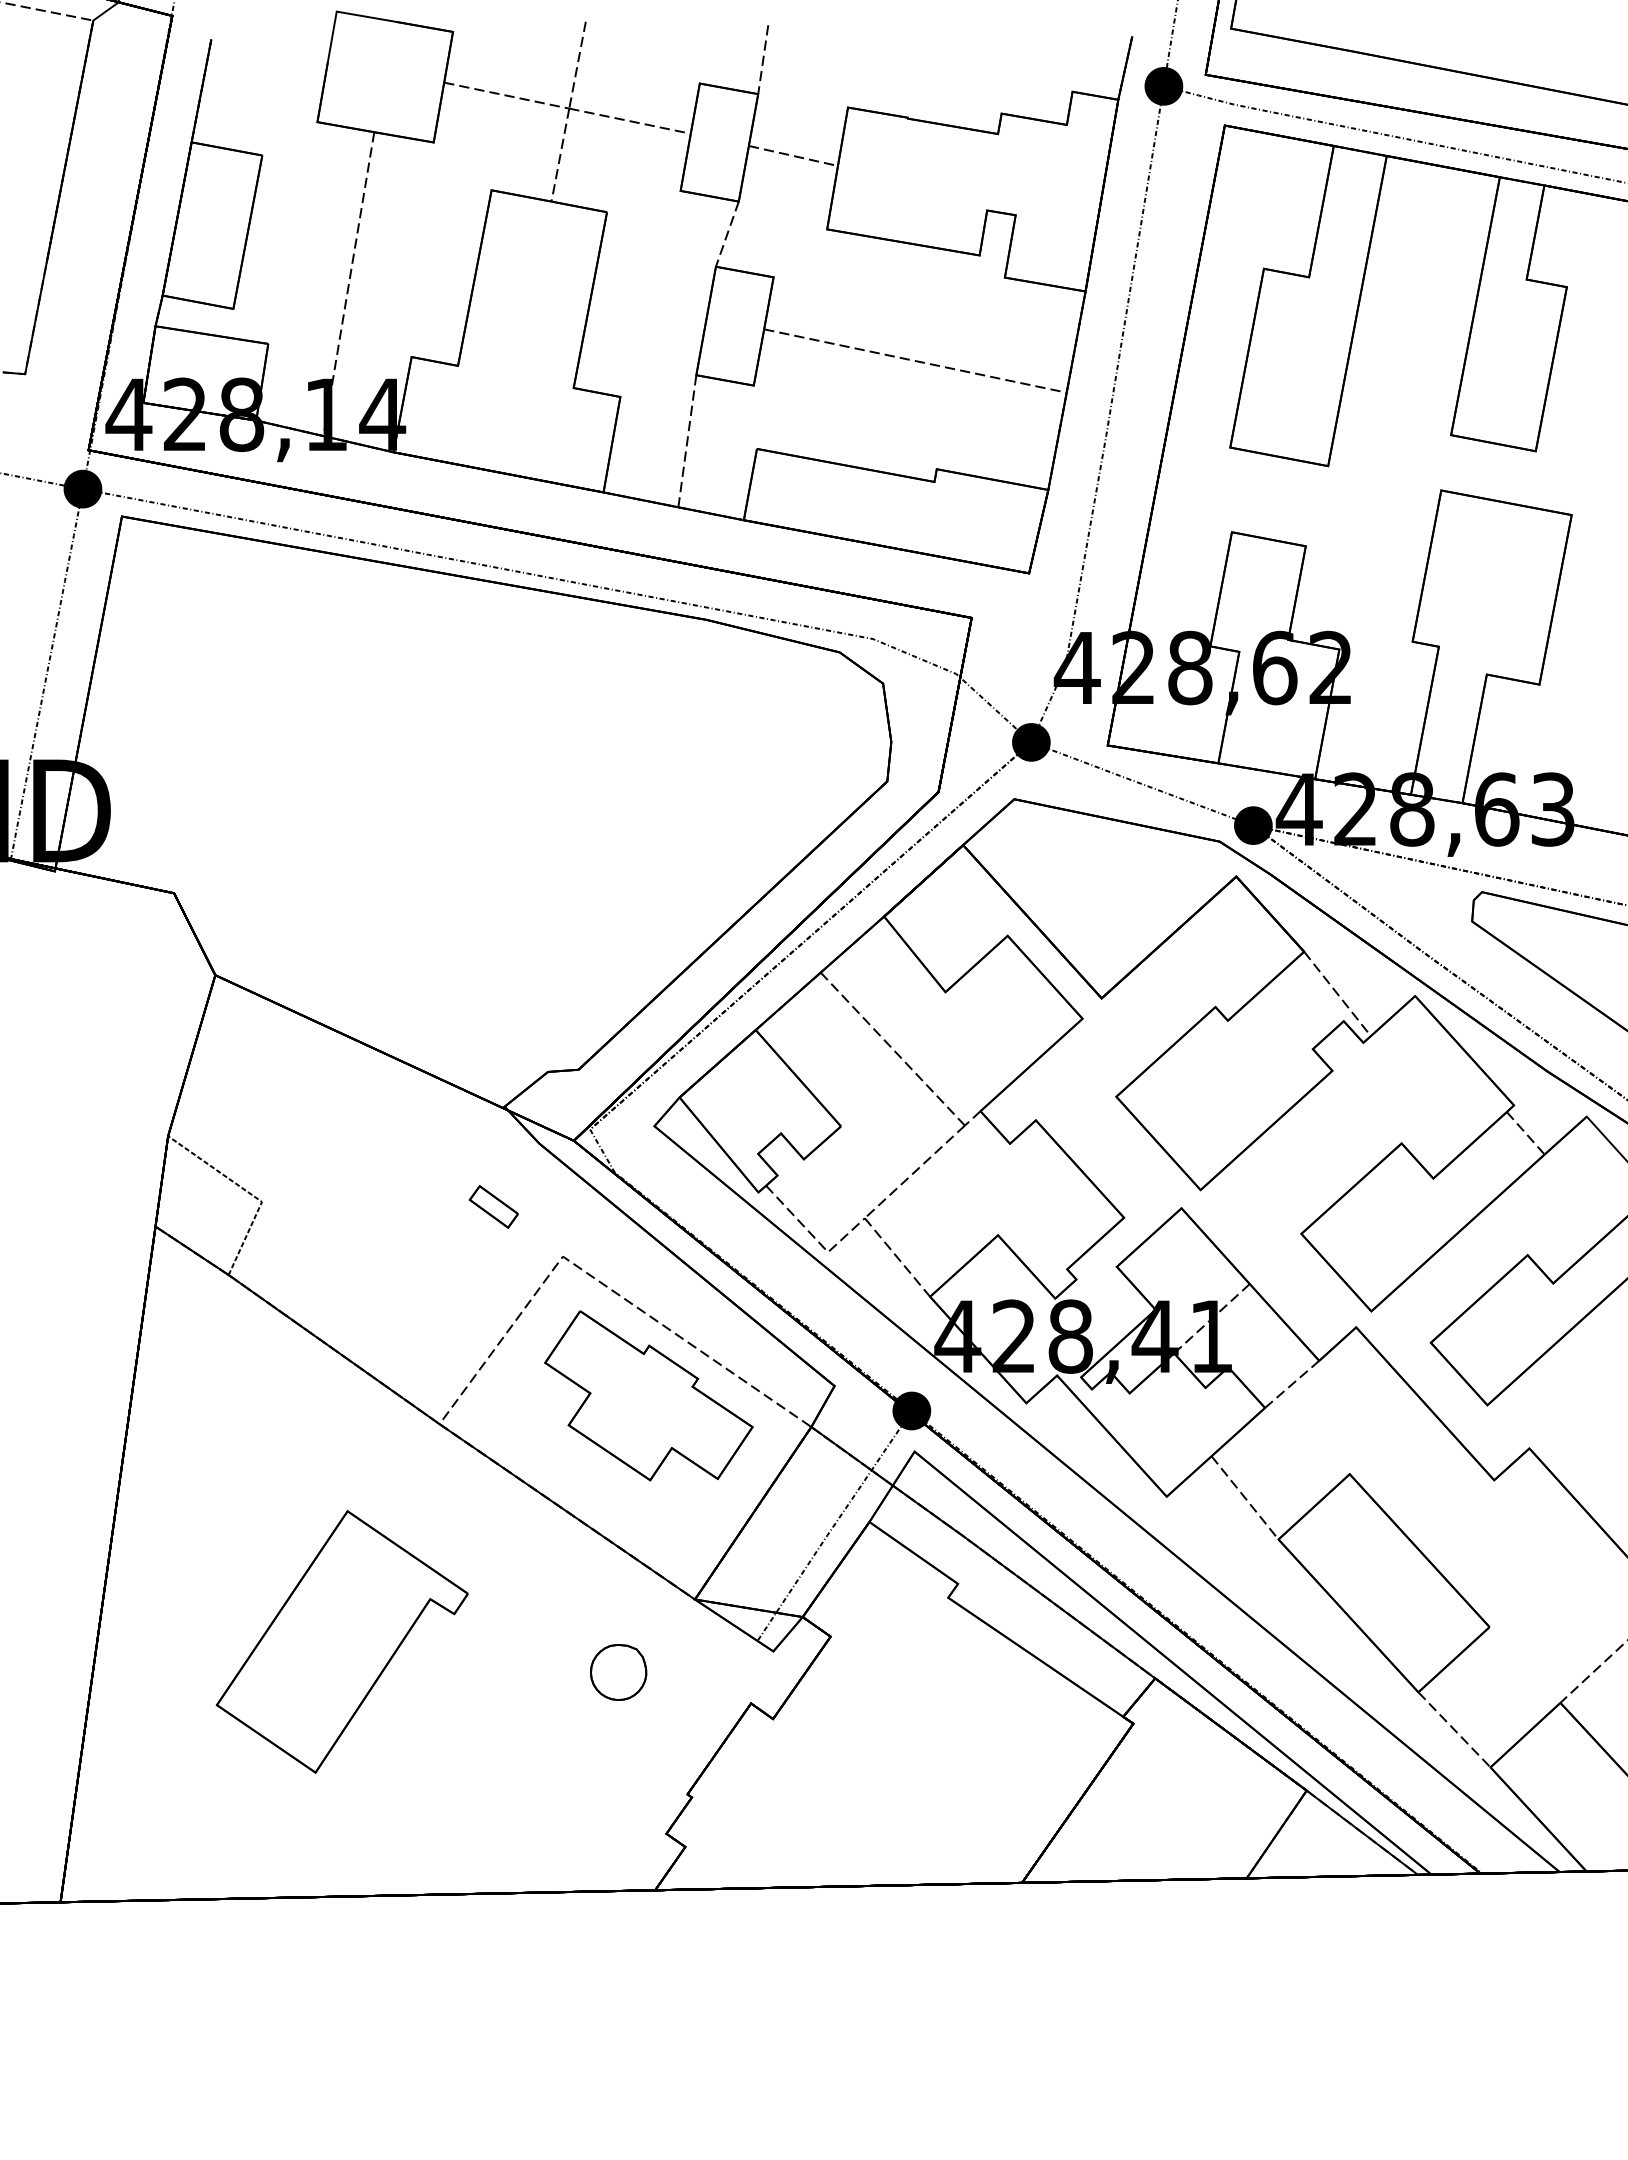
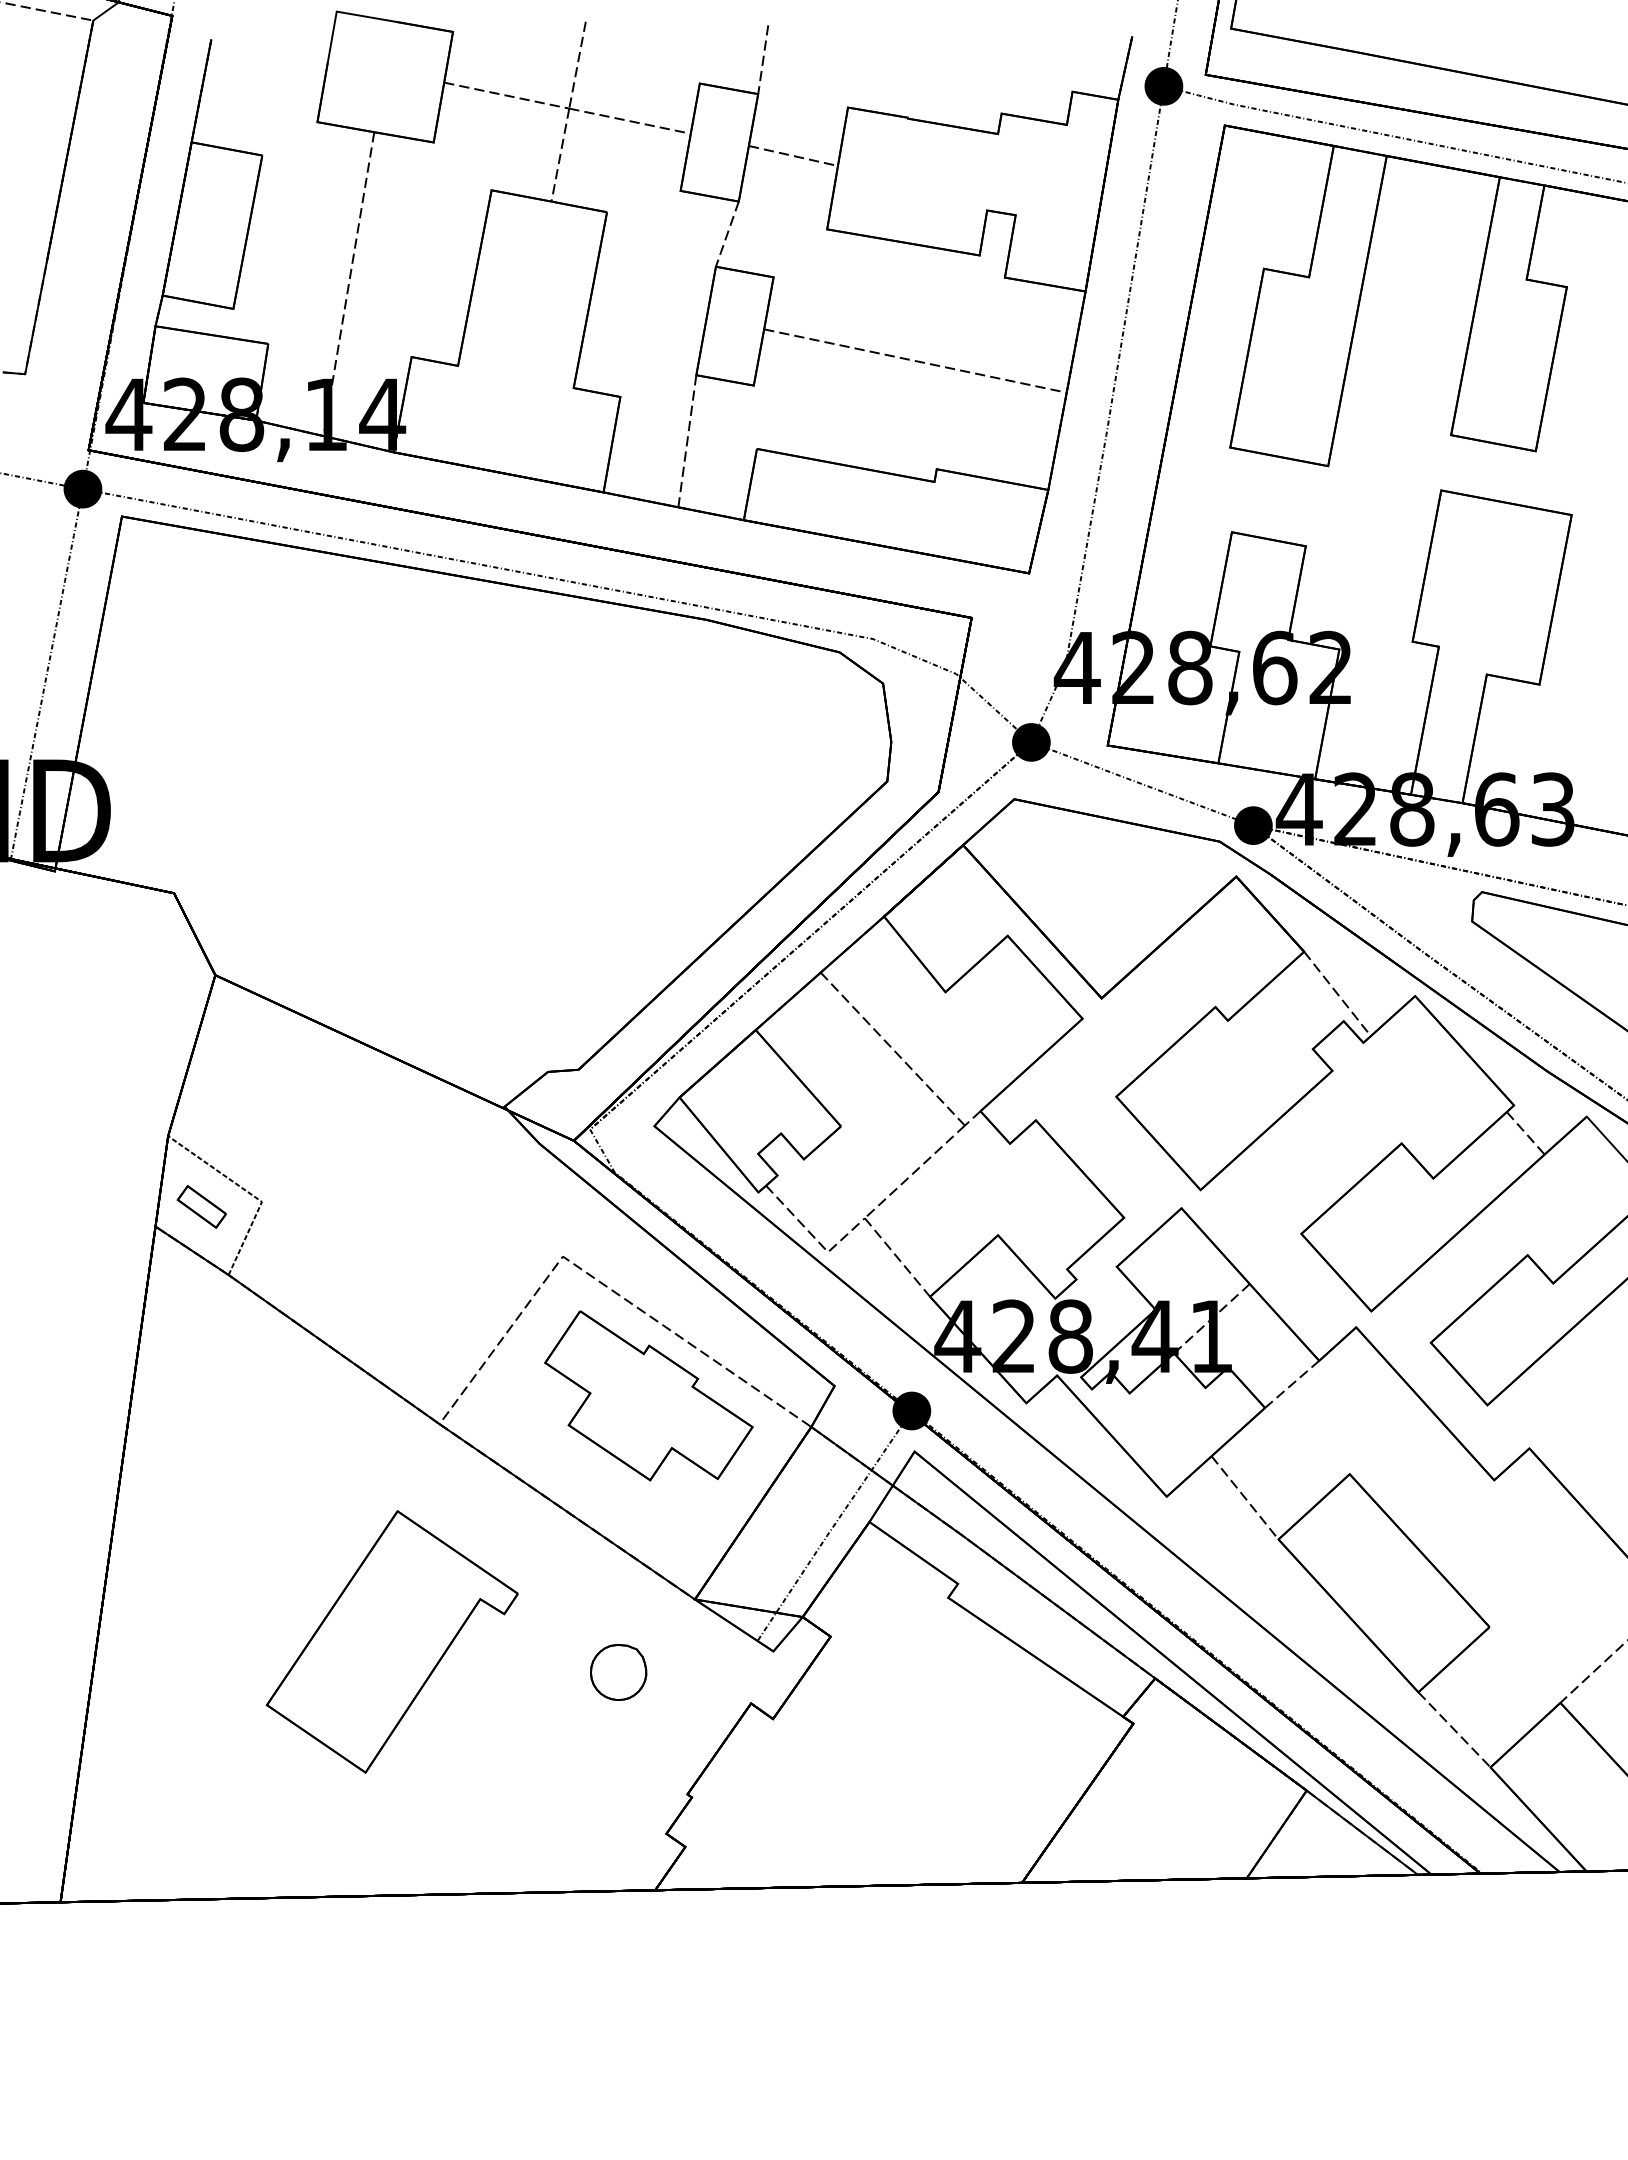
part at (493, 1206) position: (493, 1206) -> (201, 1206)
part at (341, 1641) position: (341, 1641) -> (391, 1641)
